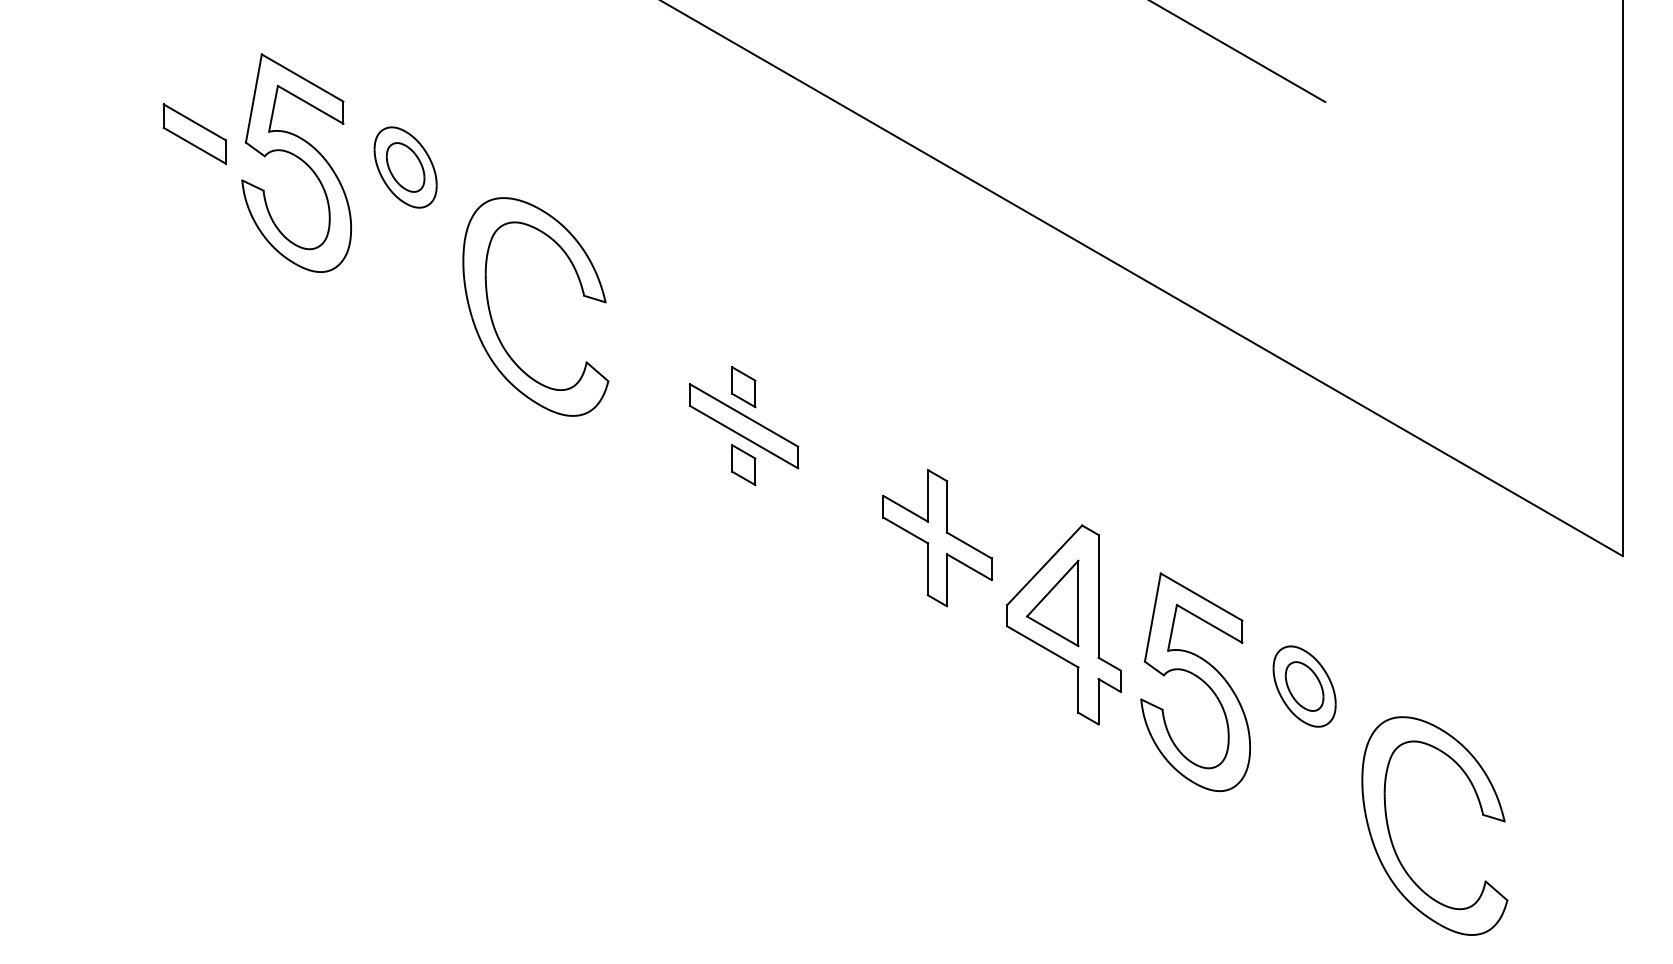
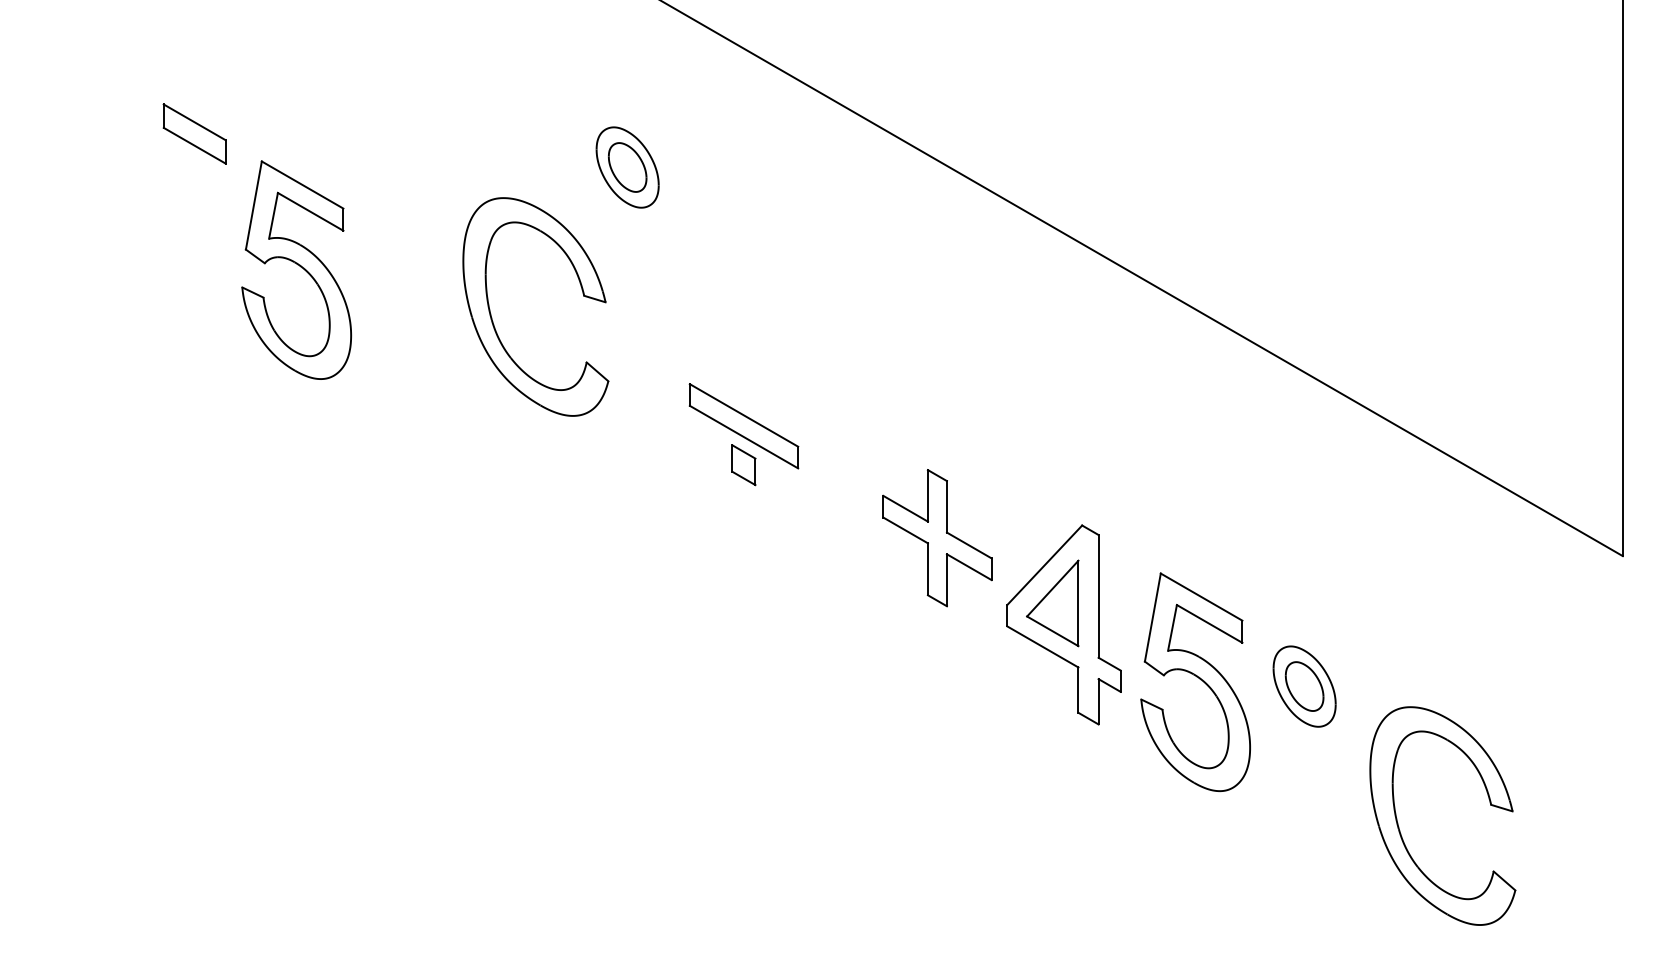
line at (1238, 52): present -> none
part at (296, 162) position: (296, 162) -> (296, 269)
part at (405, 167) position: (405, 167) -> (627, 167)
part at (743, 387): present -> none
part at (1392, 840) position: (1392, 840) -> (1400, 830)
